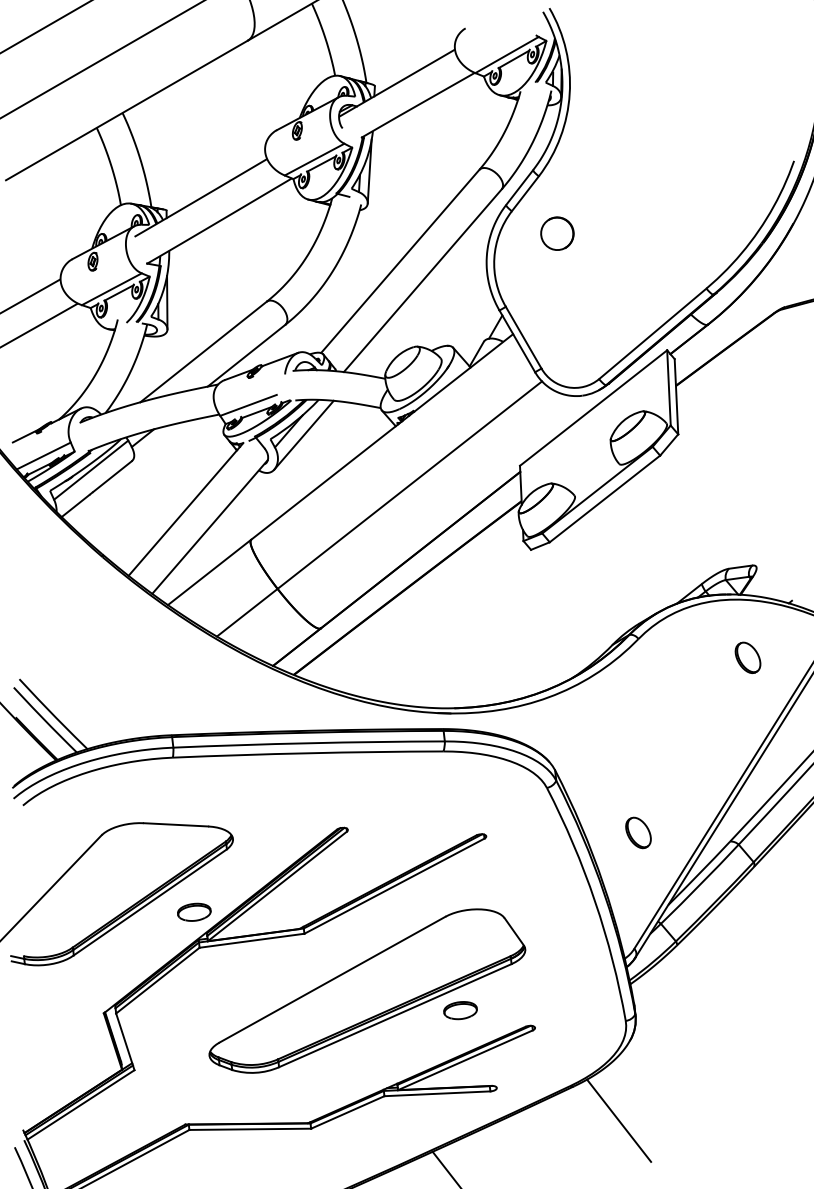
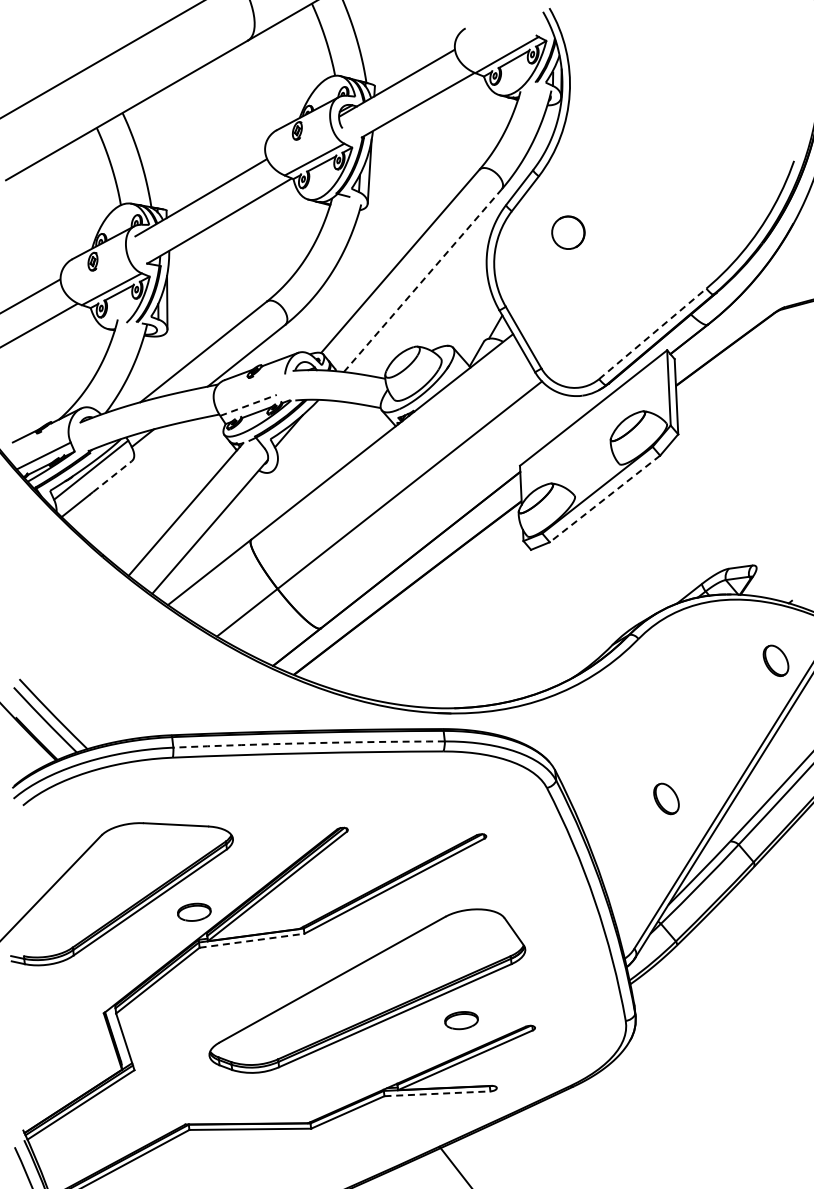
line at (45, 27): present -> none
part at (557, 233) position: (557, 233) -> (568, 232)
line at (422, 280): solid -> dashed
line at (653, 333): solid -> dashed
line at (248, 405): solid -> dashed
line at (303, 434): present -> none
line at (112, 476): solid -> dashed
line at (604, 499): solid -> dashed
part at (747, 657) position: (747, 657) -> (775, 660)
arc at (309, 743): solid -> dashed
part at (638, 832) position: (638, 832) -> (666, 798)
line at (252, 940): solid -> dashed
part at (460, 1010) position: (460, 1010) -> (461, 1020)
line at (437, 1093): solid -> dashed
line at (619, 1120): present -> none
line at (445, 1168) position: (445, 1168) -> (454, 1165)
